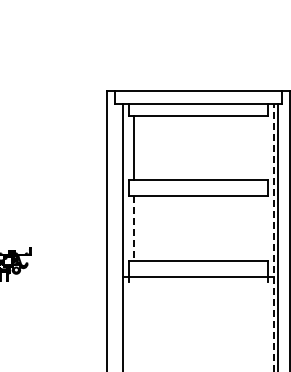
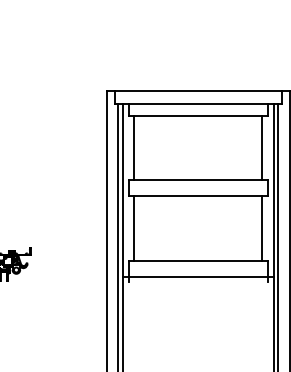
line at (262, 147): none -> present
line at (134, 228): dashed -> solid
line at (262, 228): none -> present
line at (118, 235): none -> present
line at (273, 237): dashed -> solid
